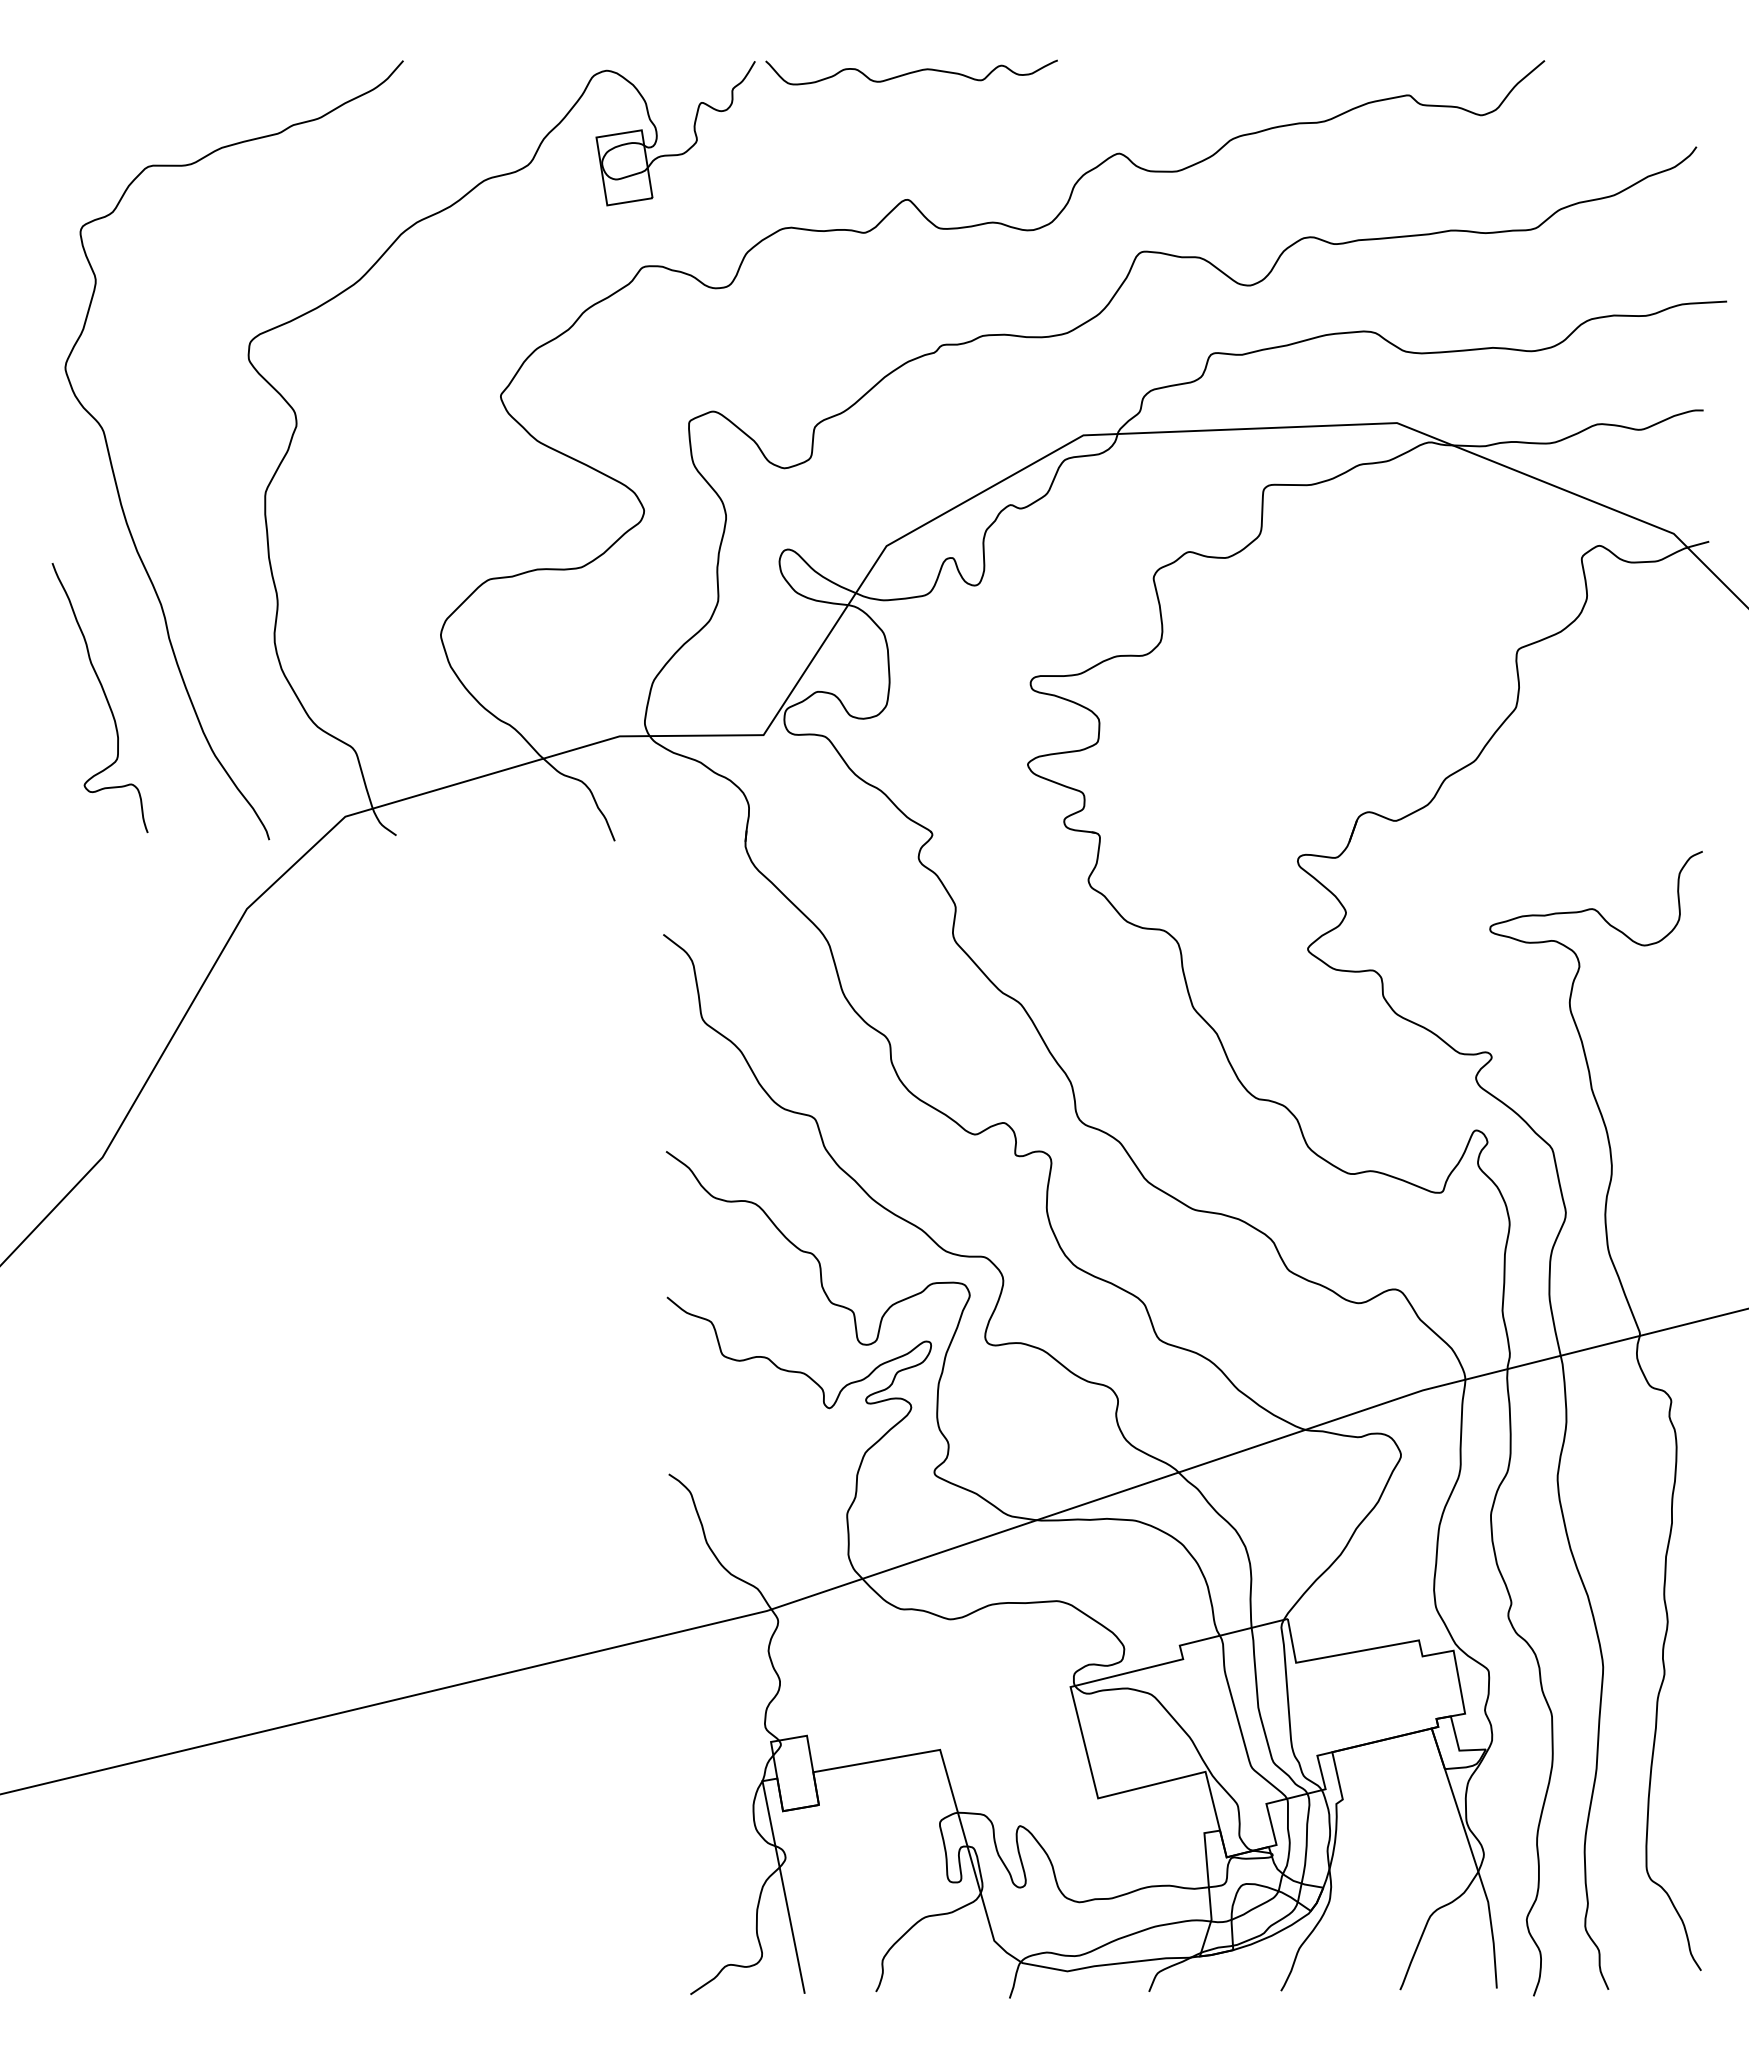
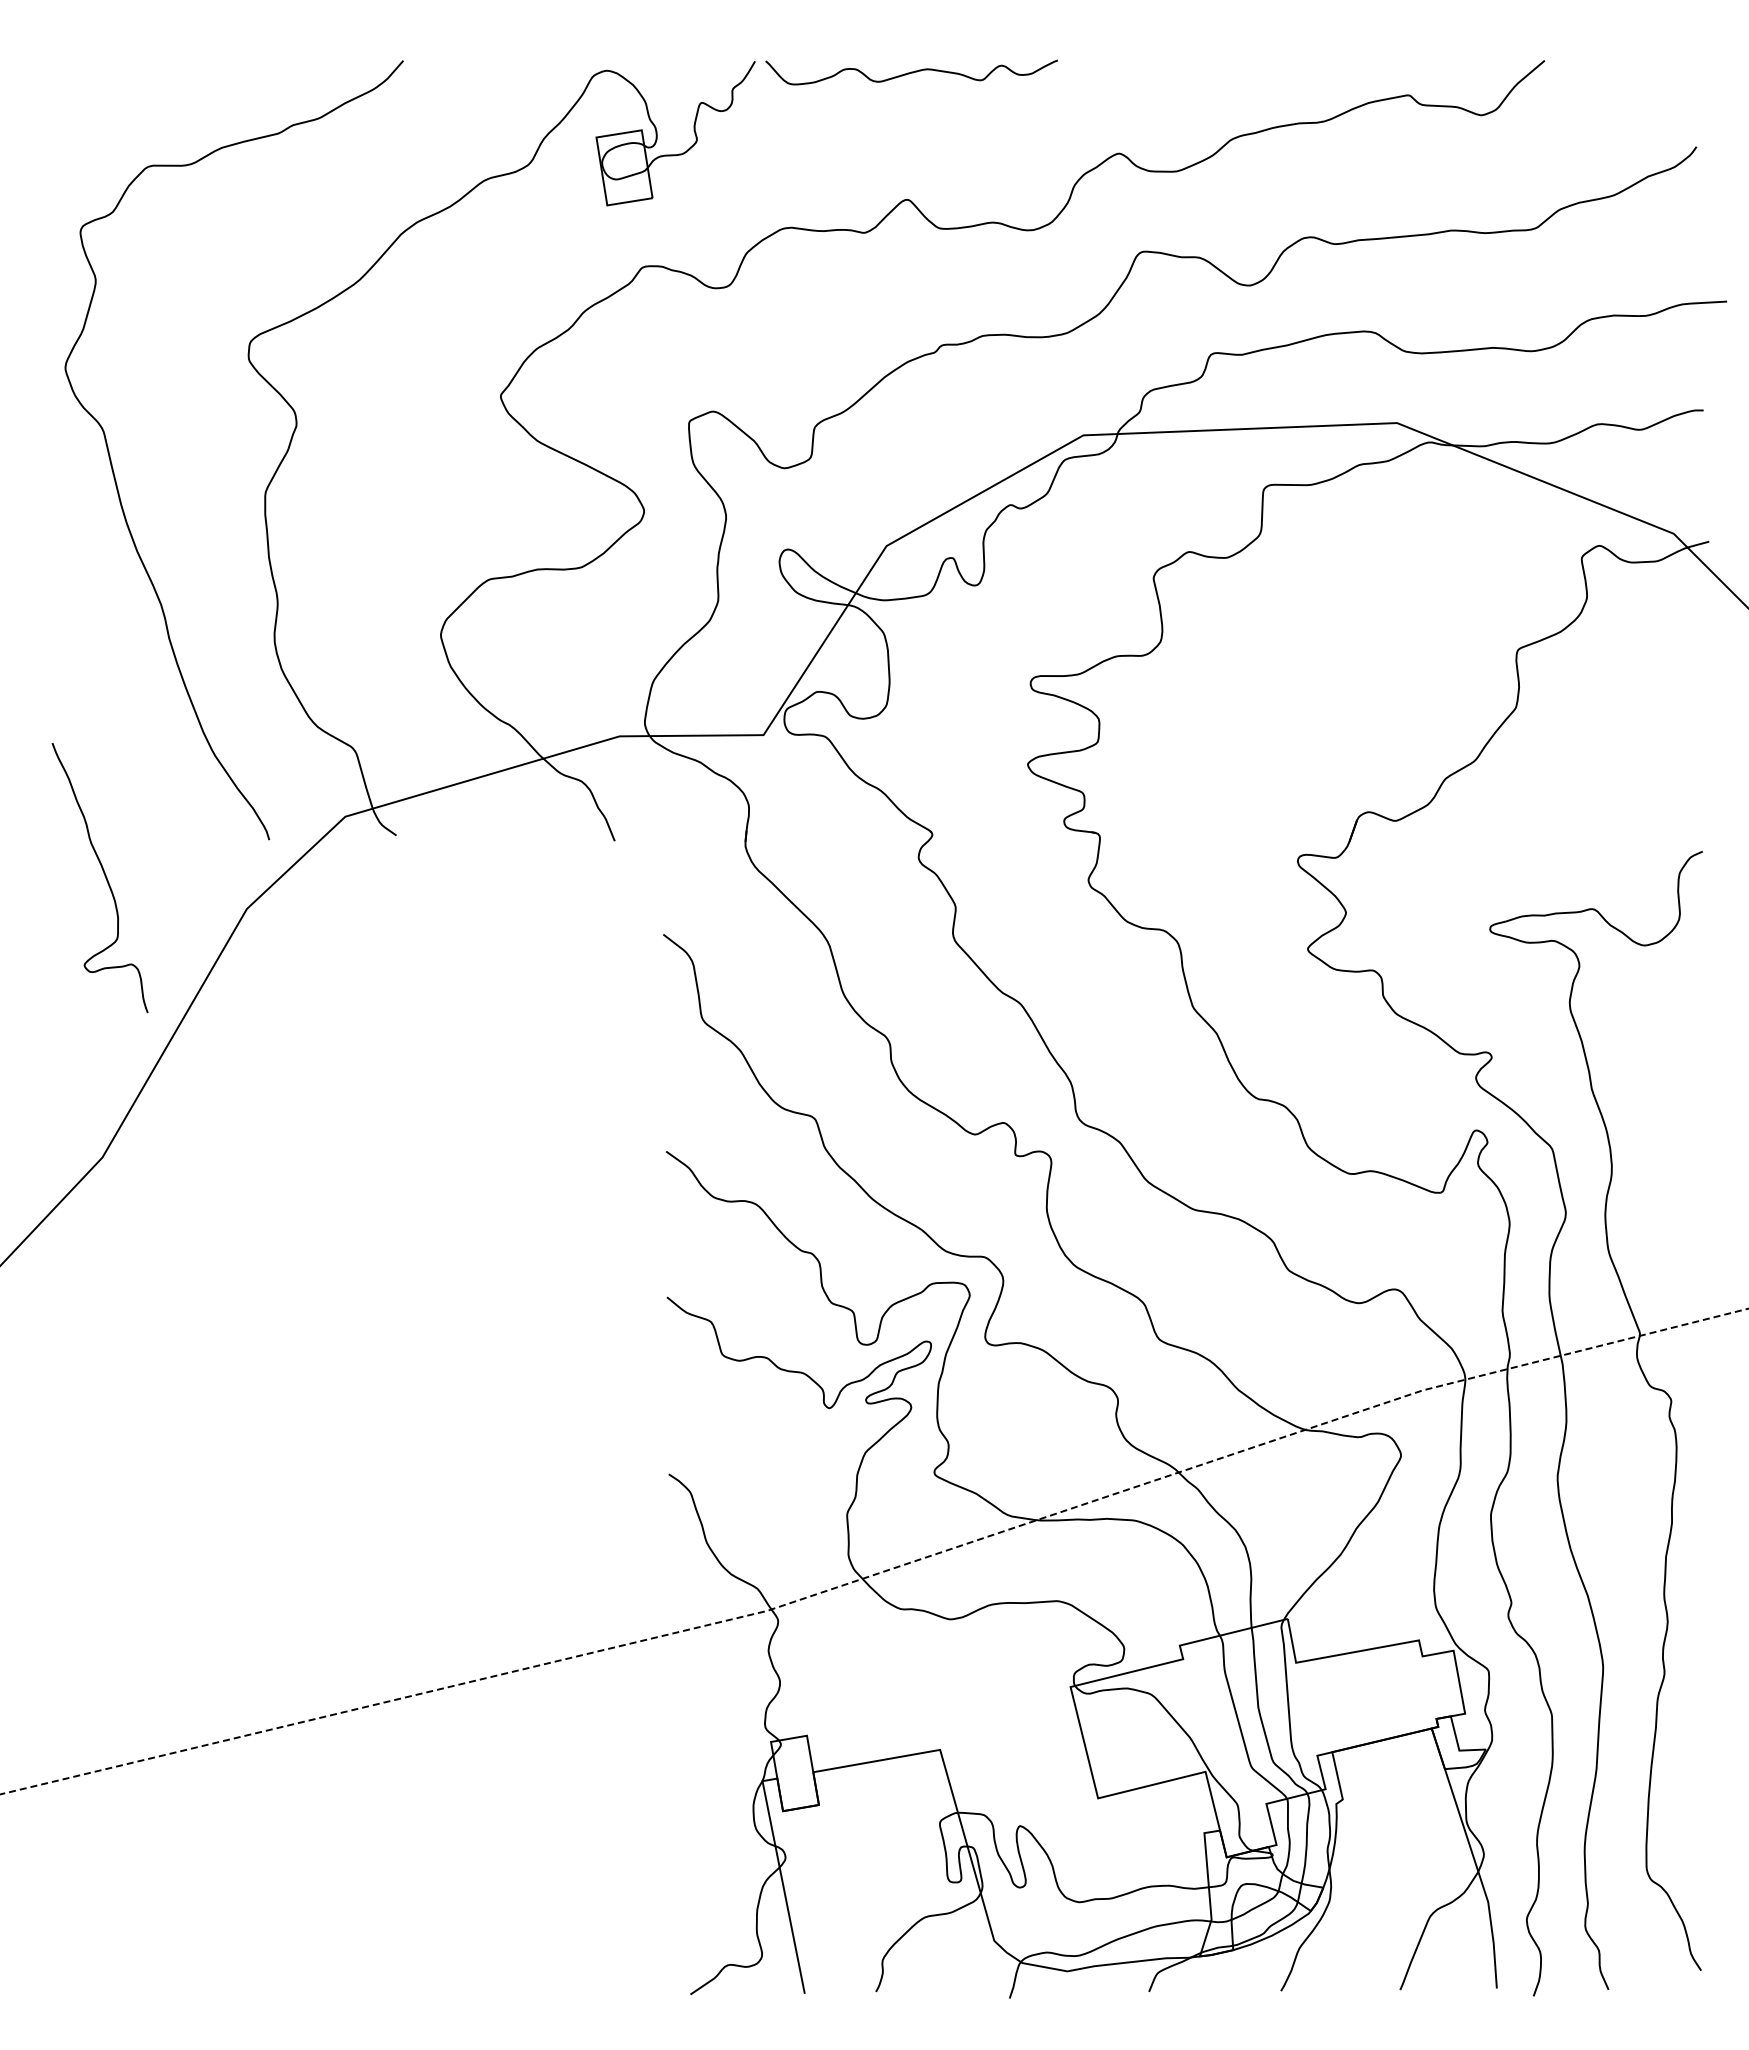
curve at (104, 696) position: (104, 696) -> (104, 876)
line at (880, 1572): solid -> dashed
